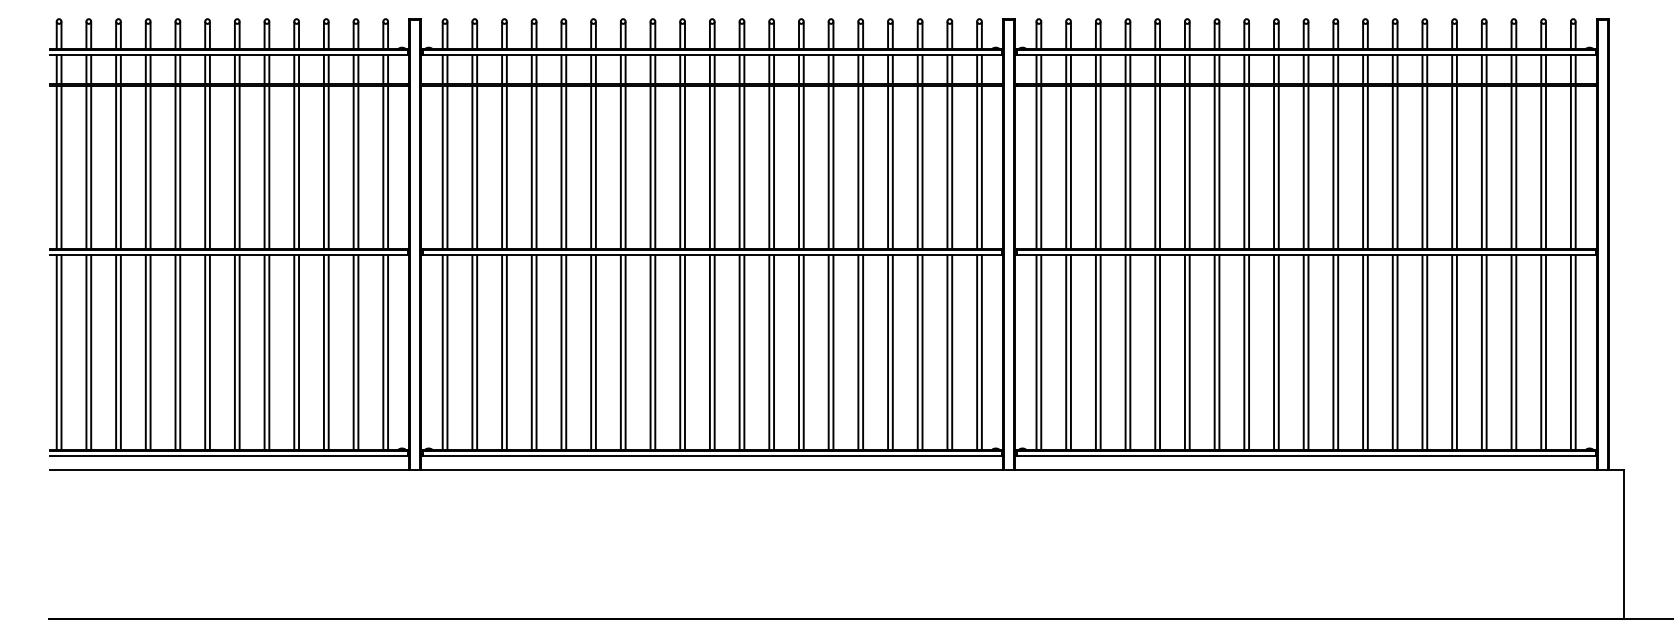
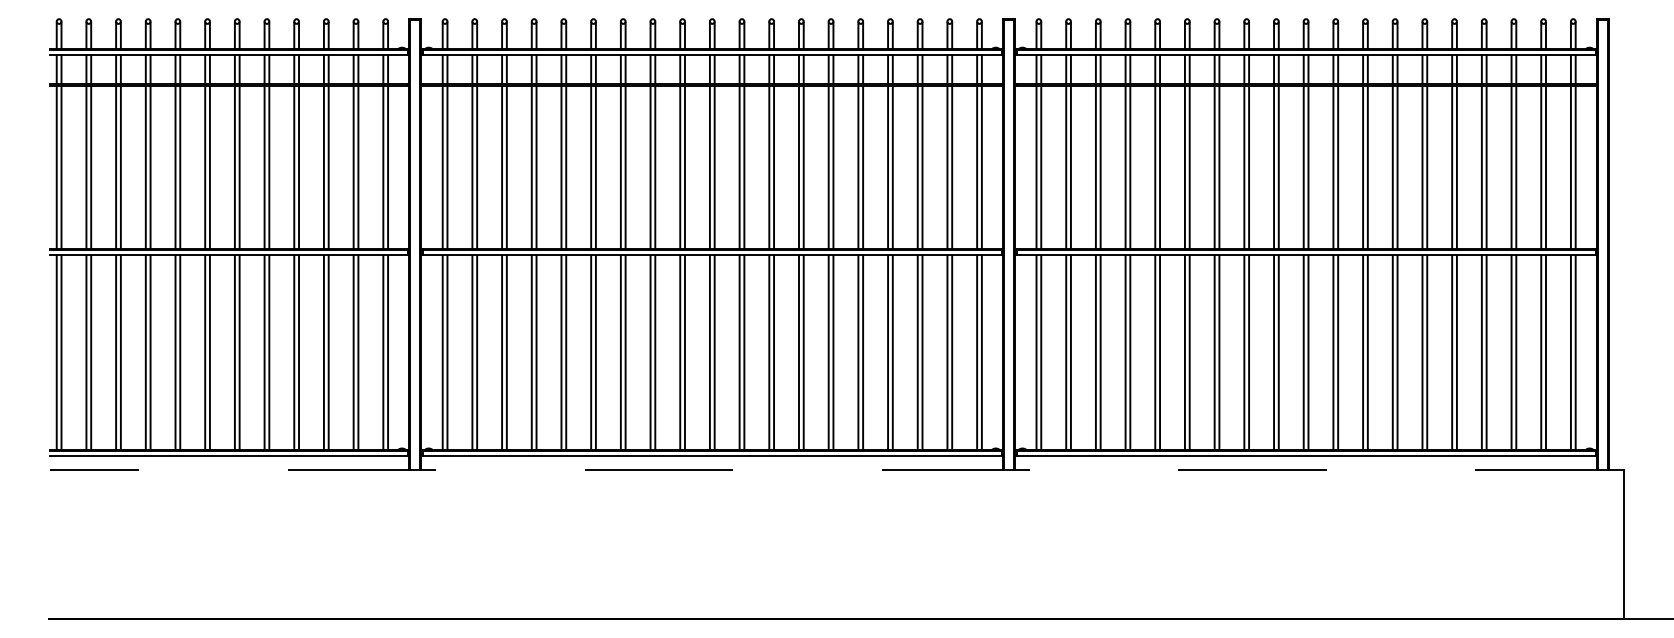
line at (837, 470): solid -> dashed
